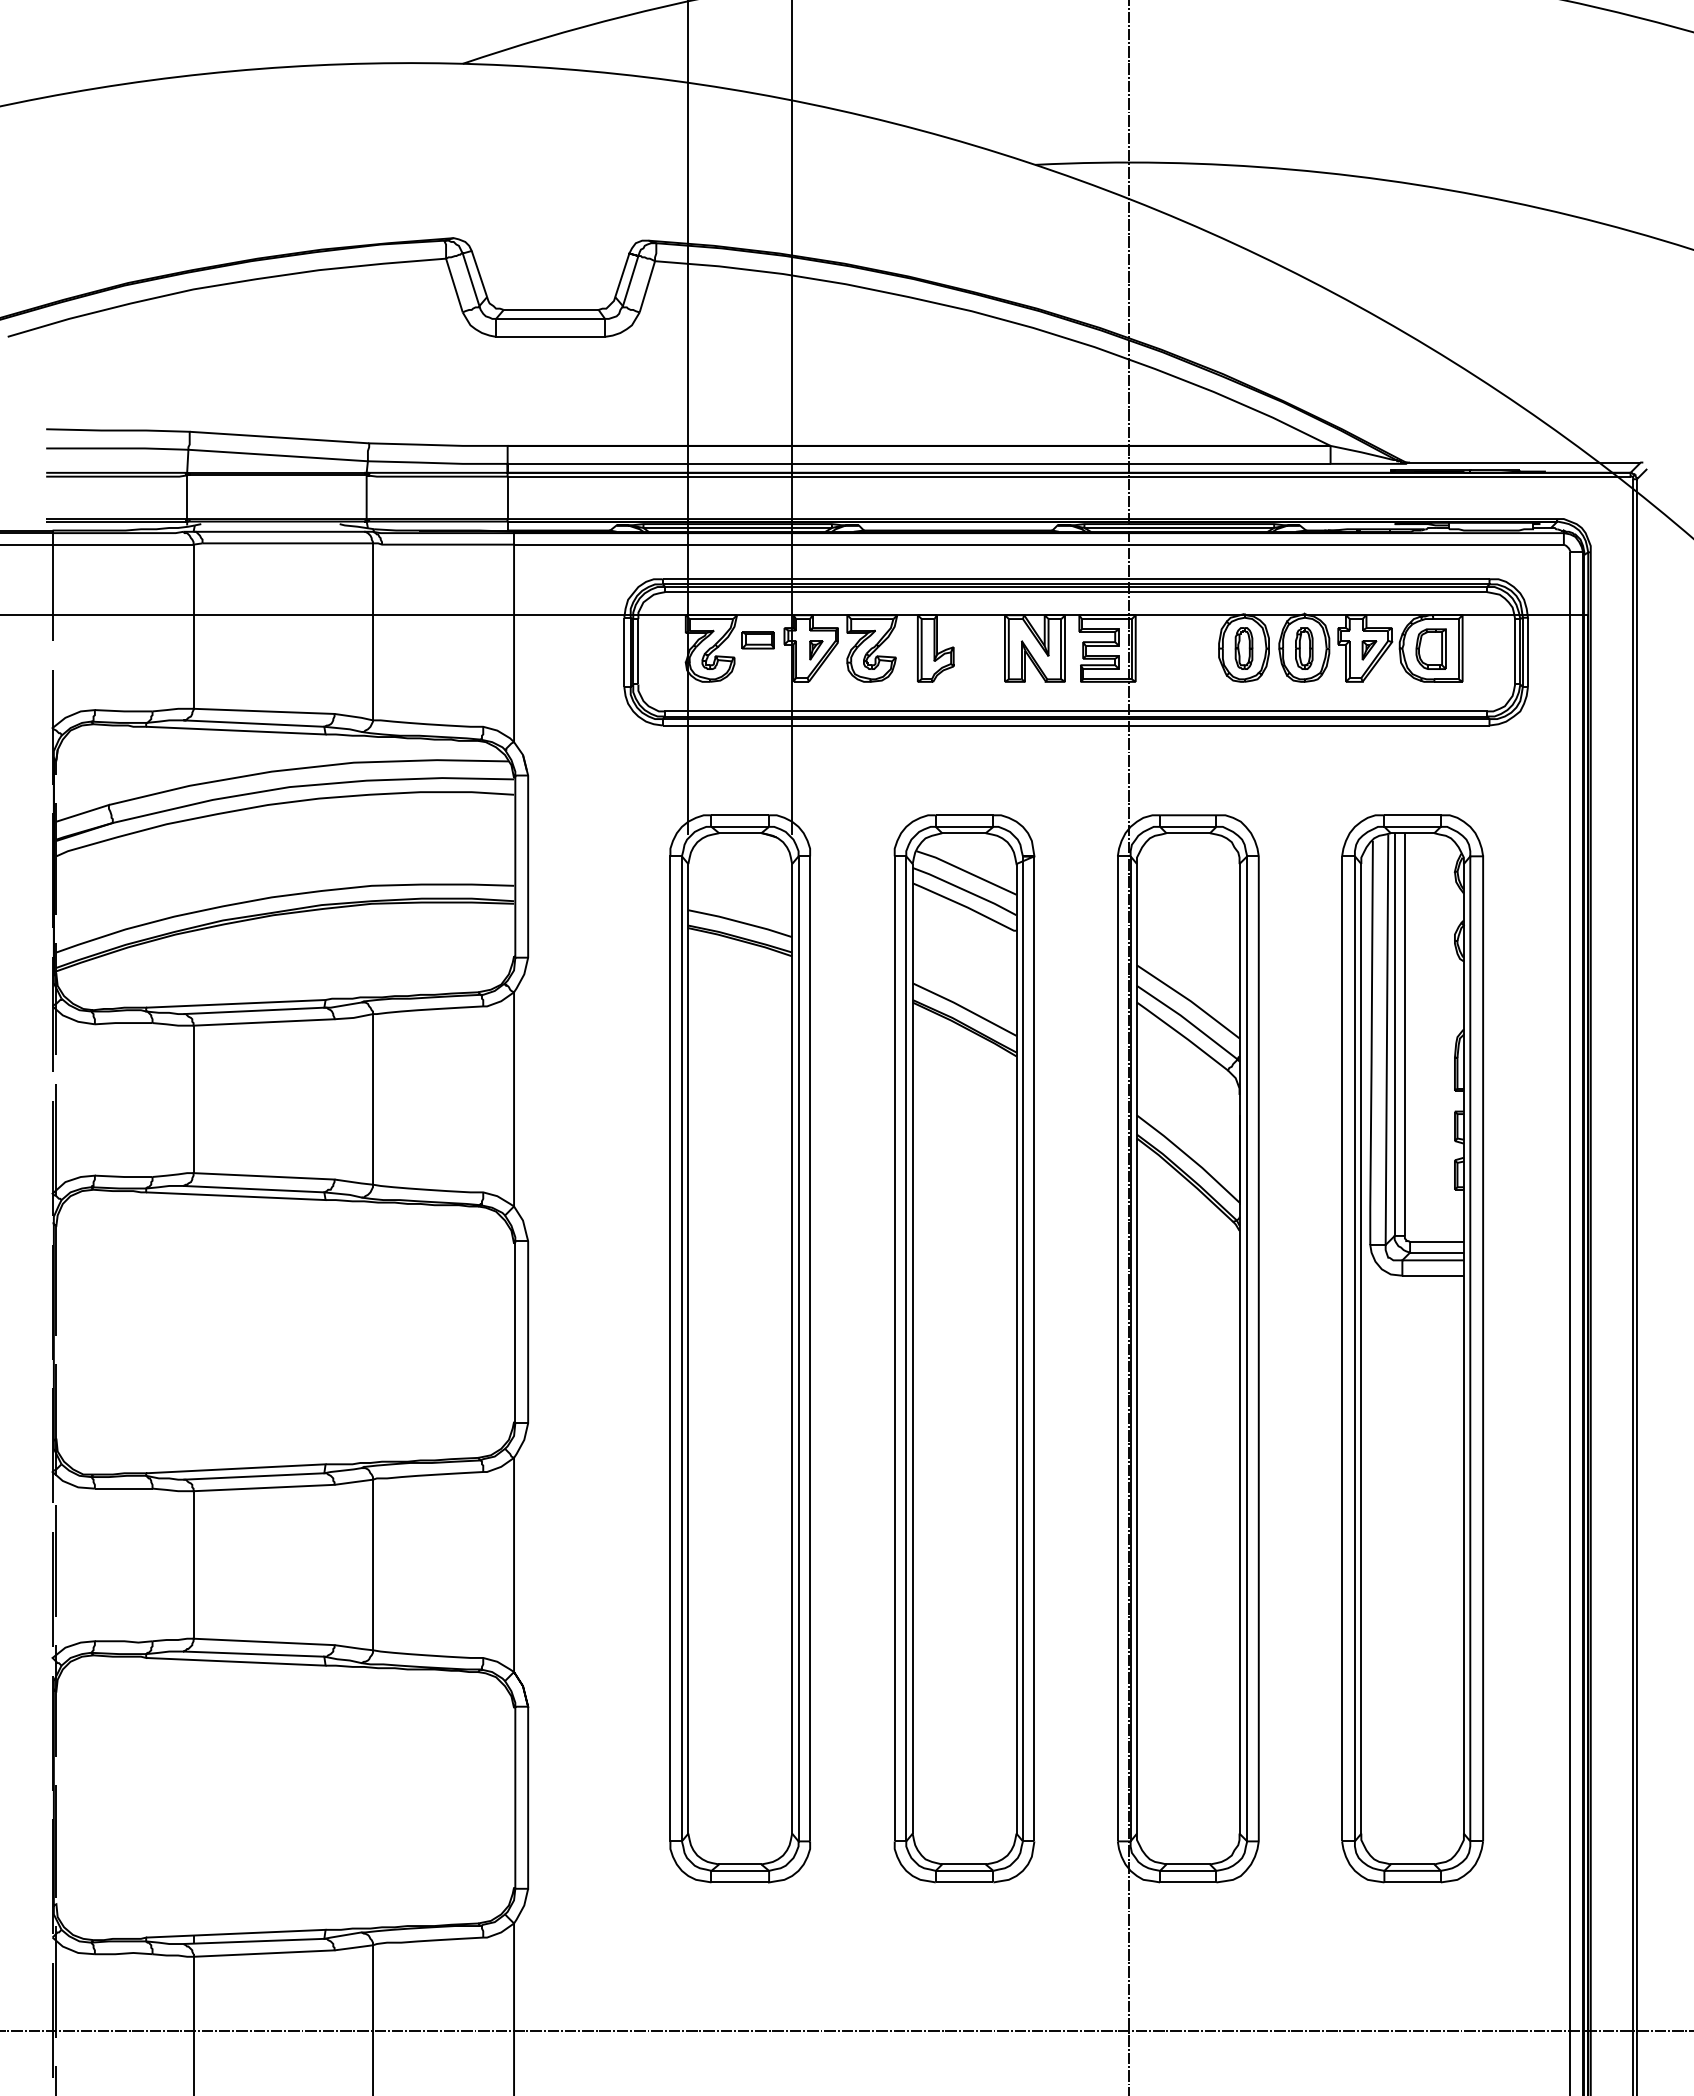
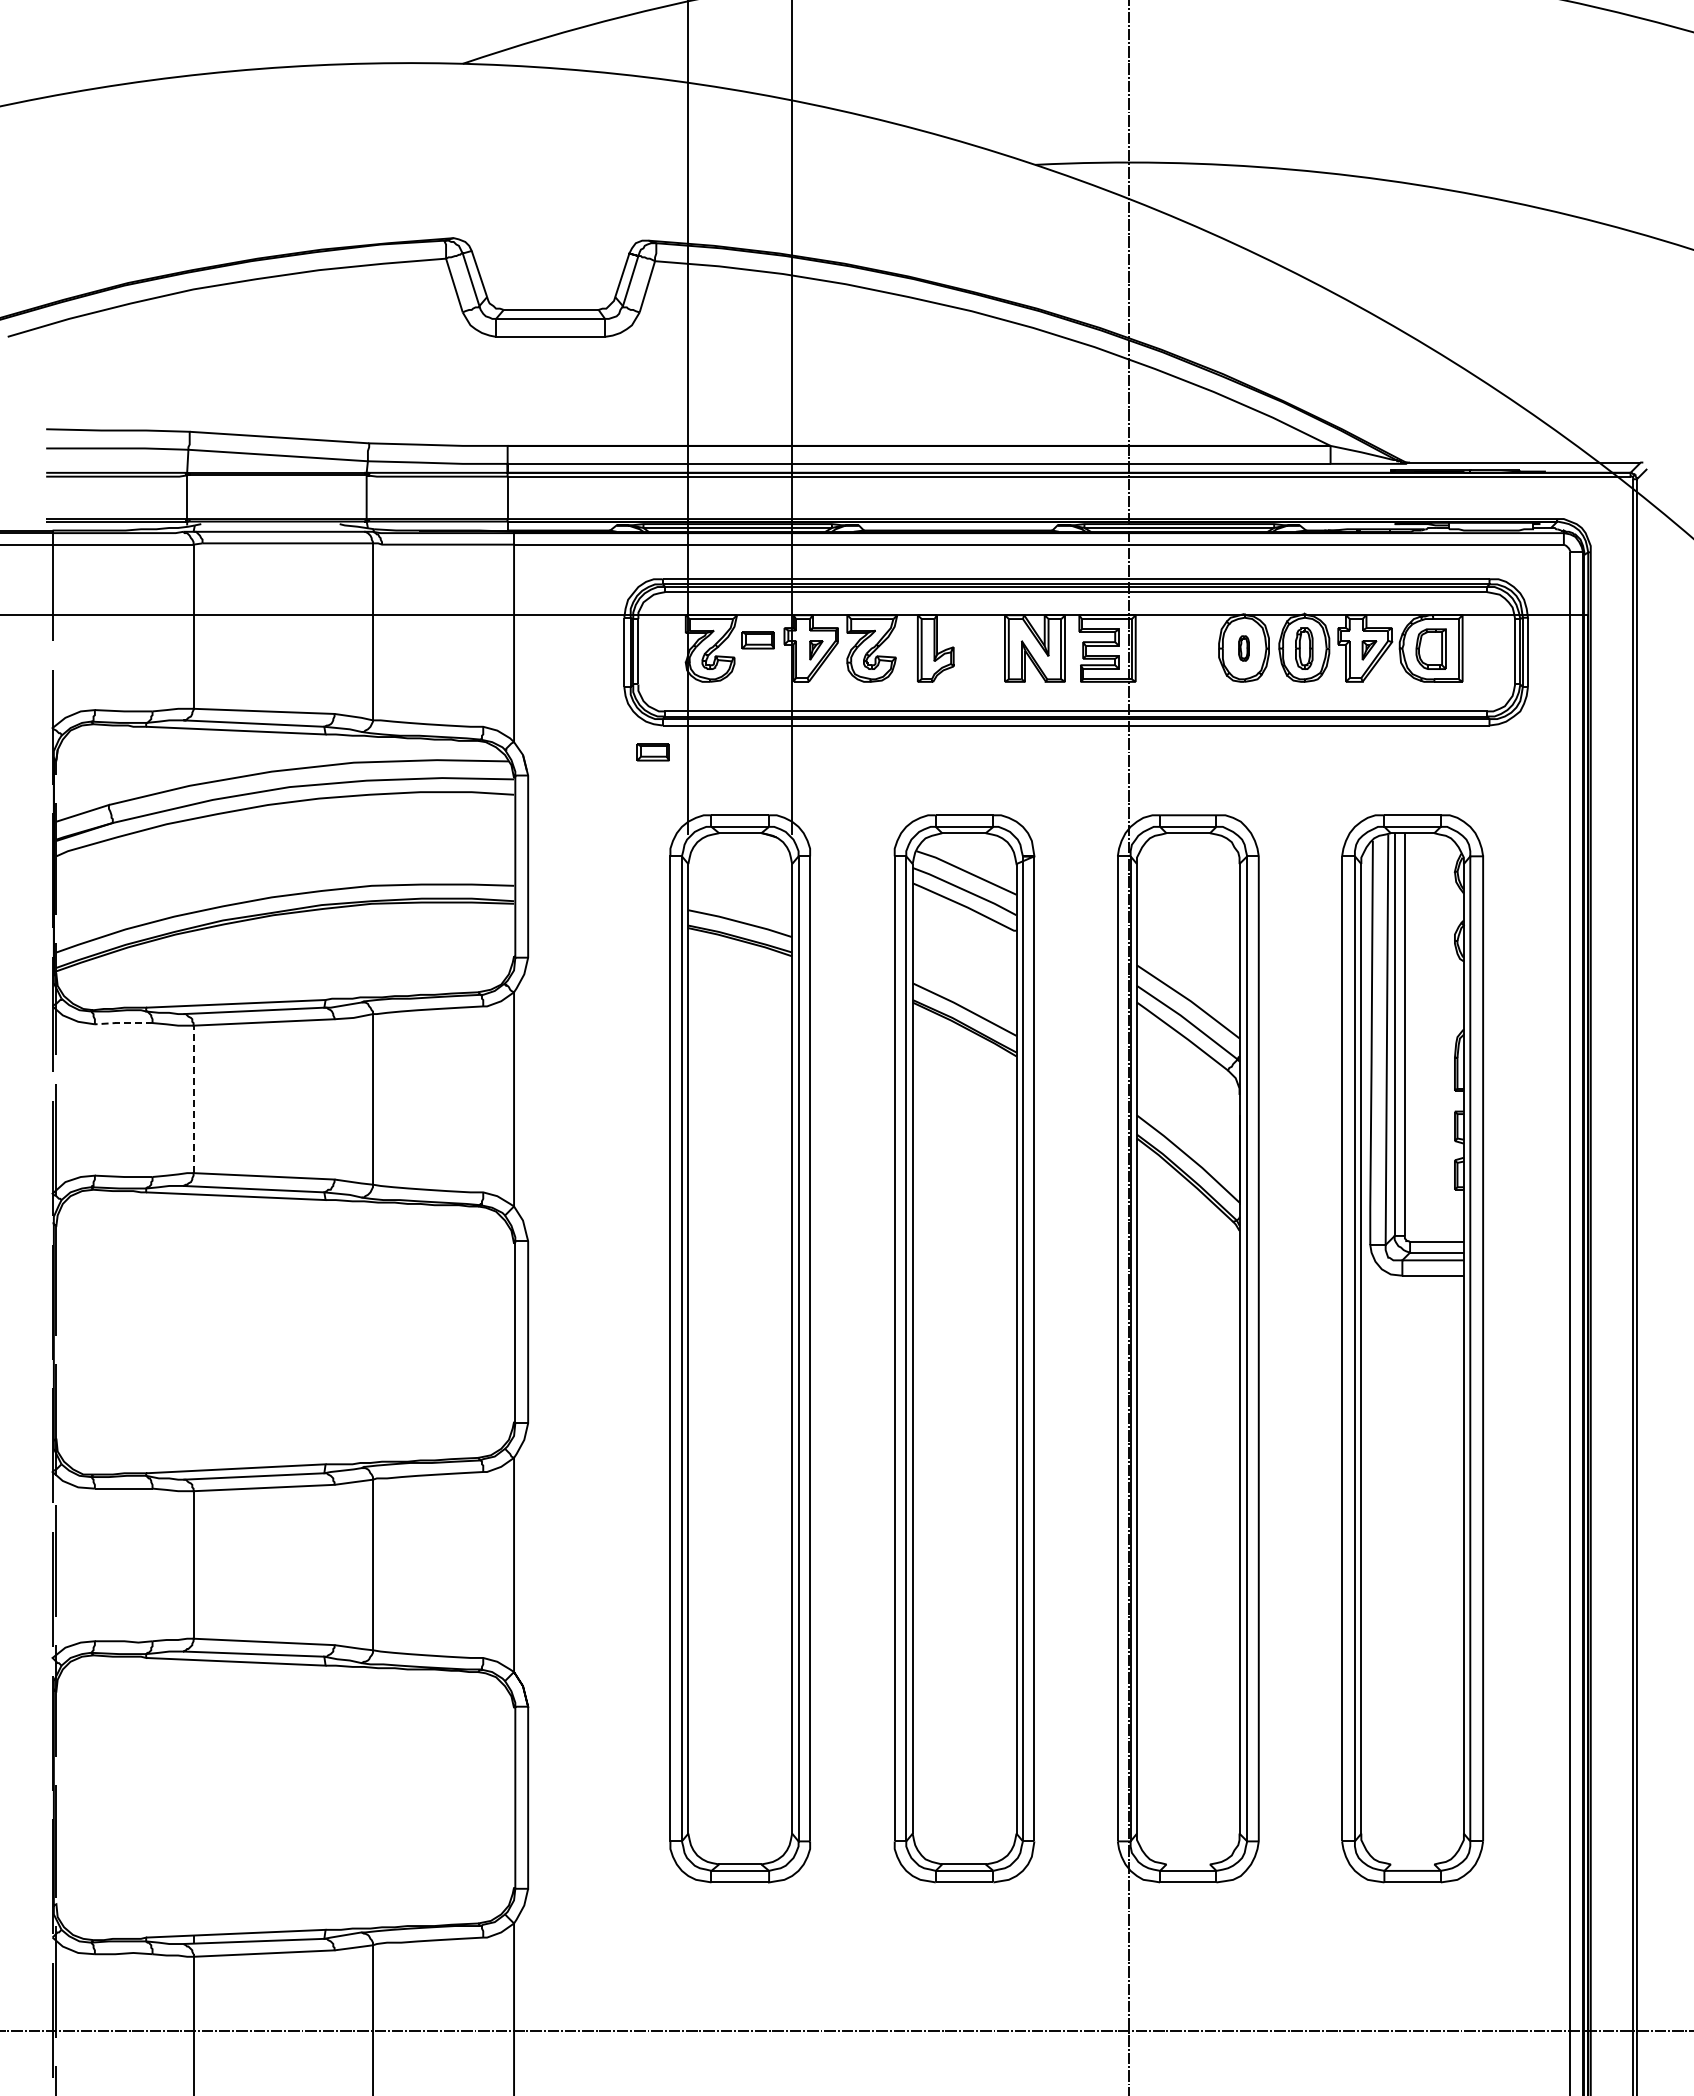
part at (1243, 648) size: 20x43 px -> 12x27 px
part at (652, 752): none -> present
line at (123, 1023): solid -> dashed
line at (193, 1099): solid -> dashed
line at (1188, 1864): present -> none
line at (1412, 1864): present -> none
